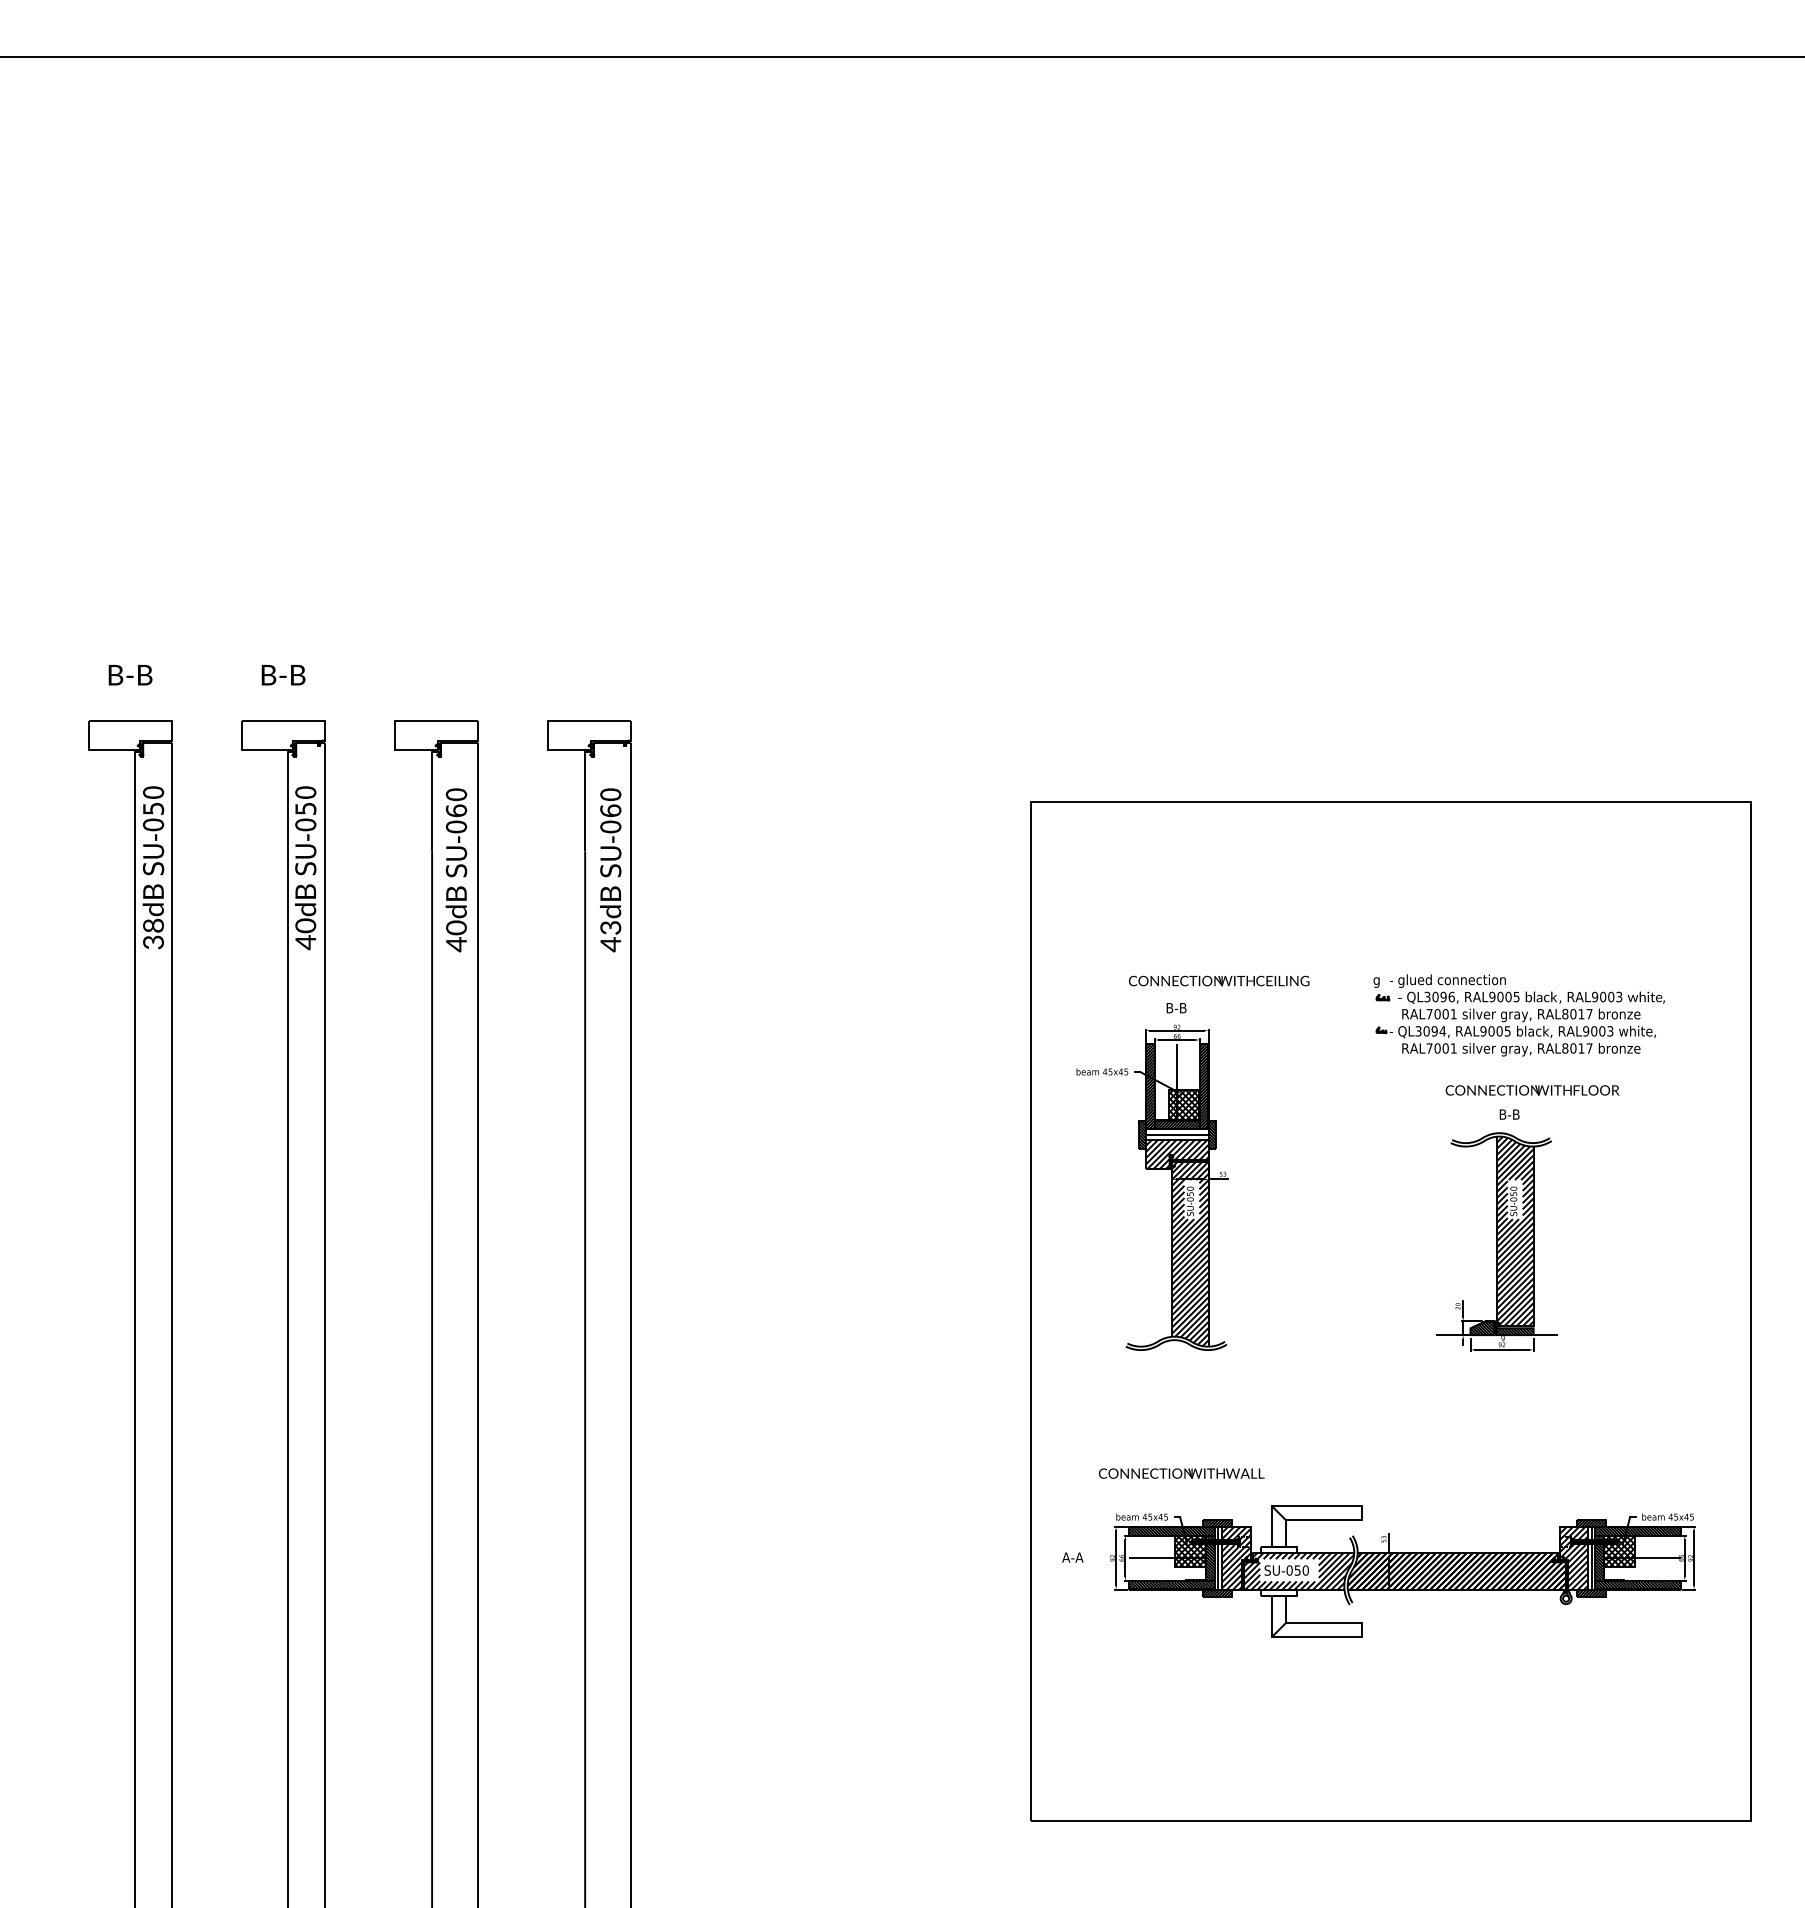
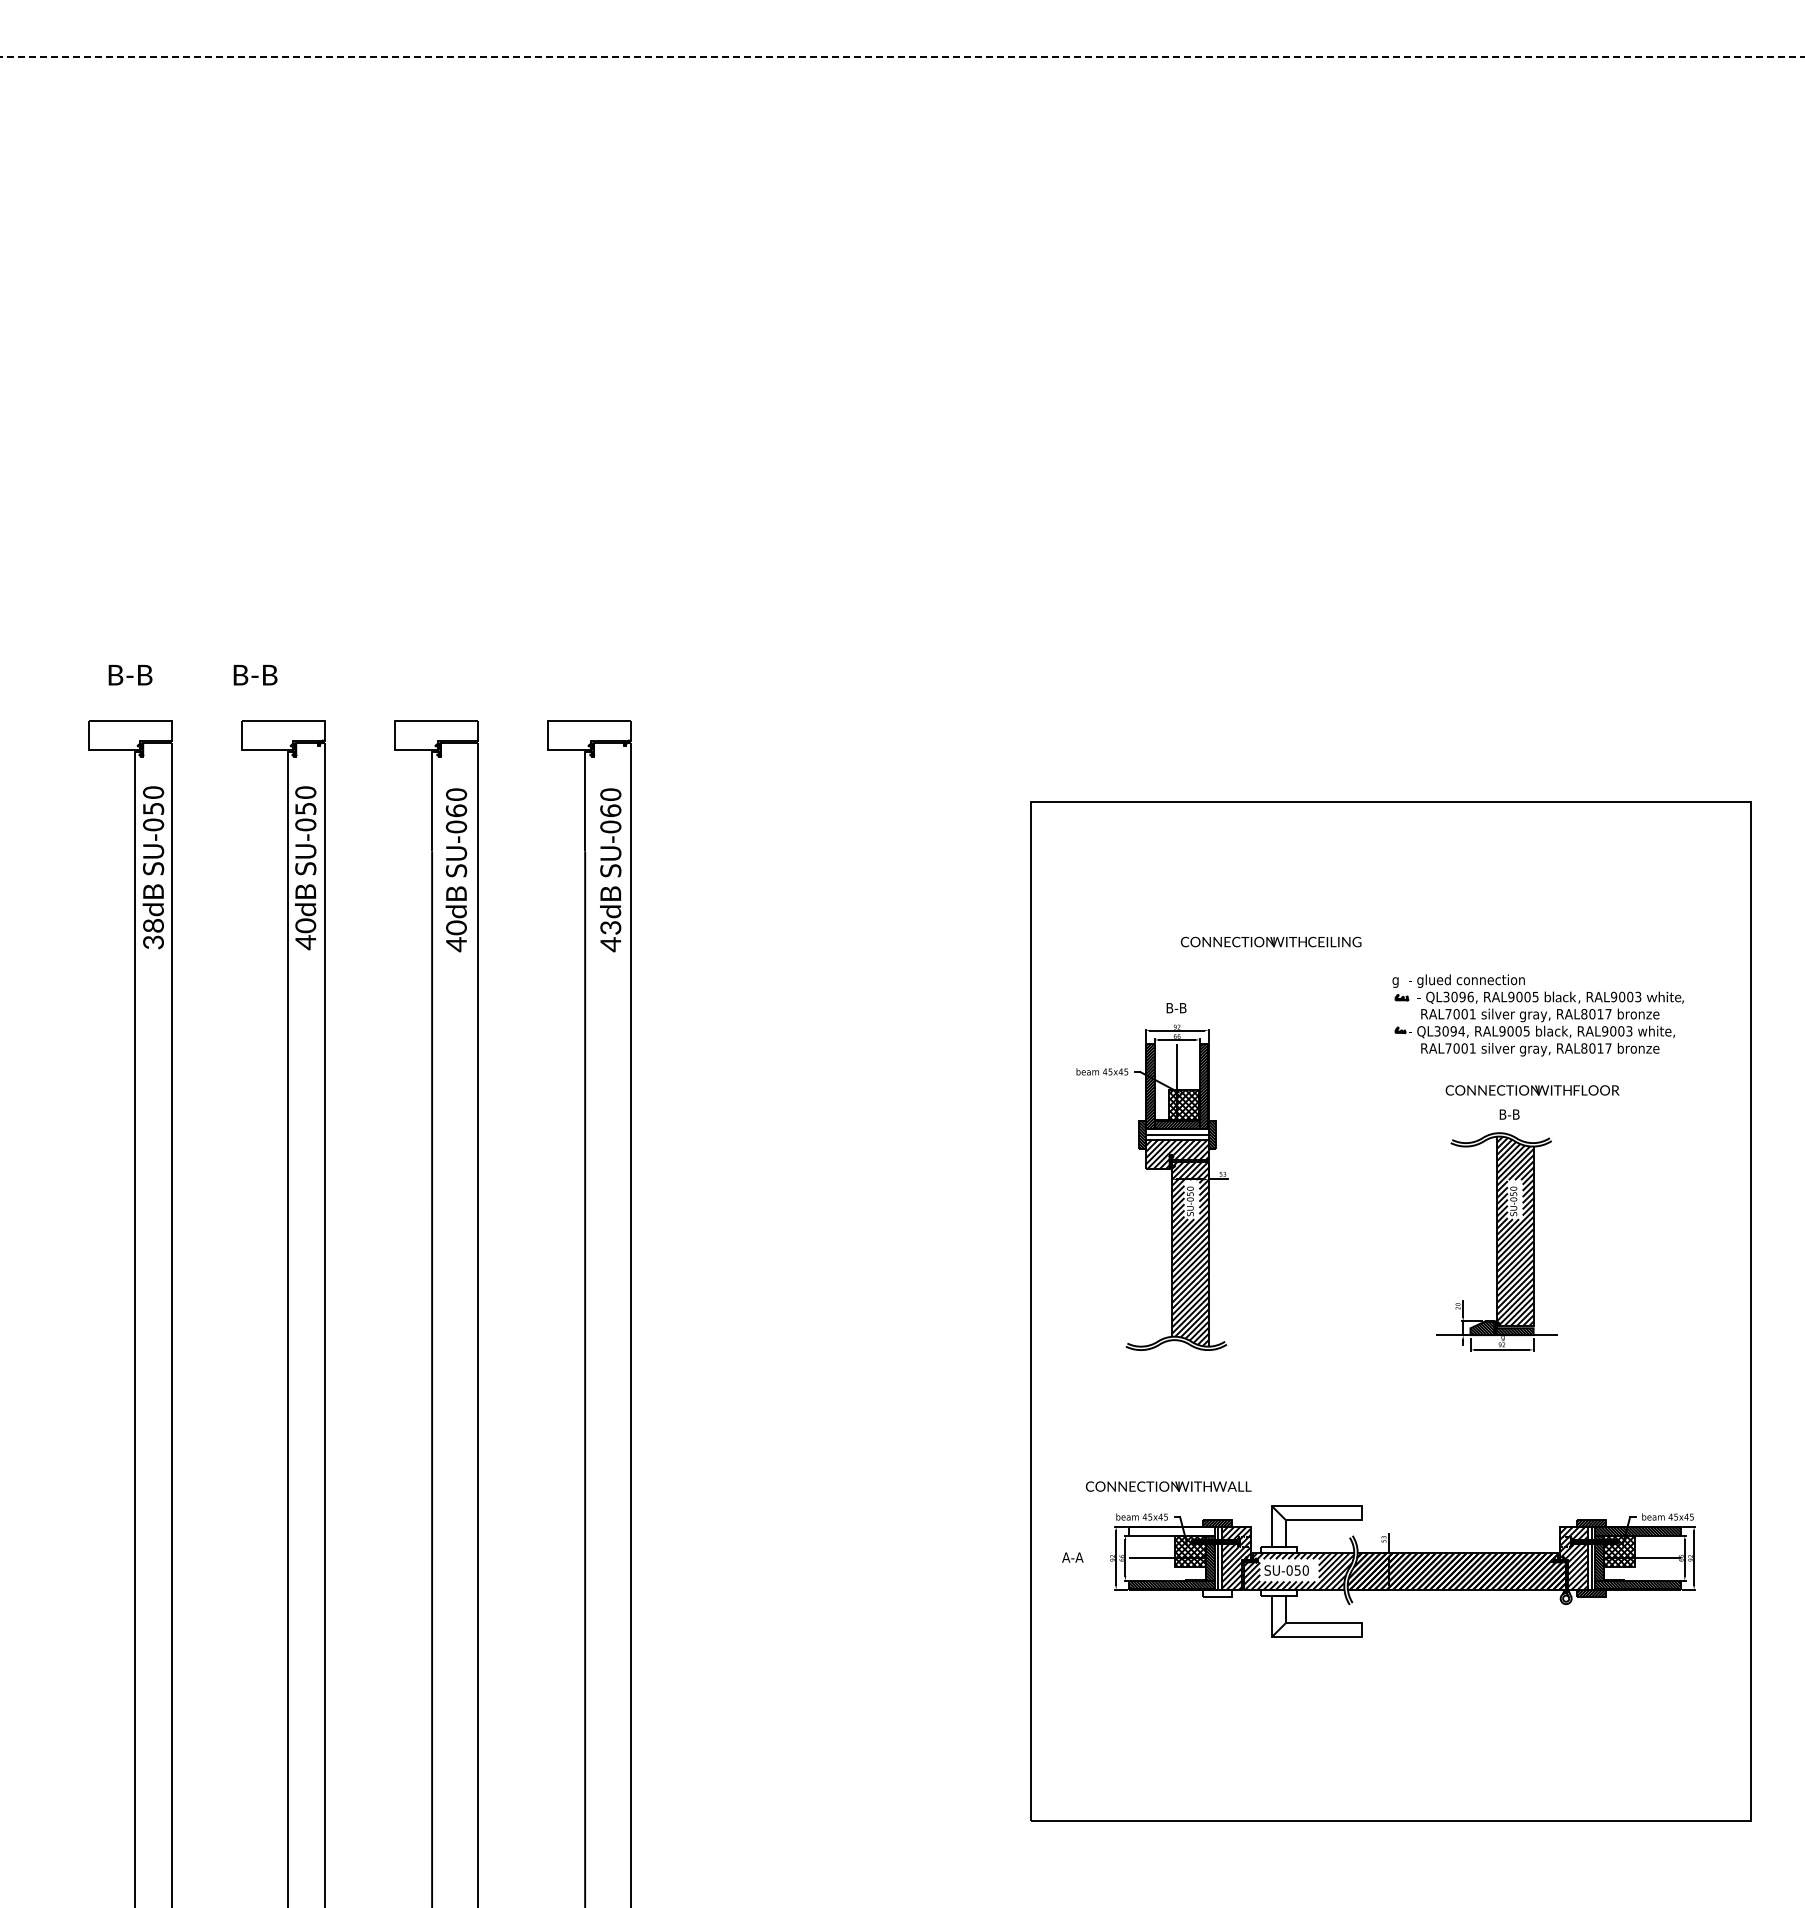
line at (903, 57): solid -> dashed
text at (283, 675) position: (283, 675) -> (255, 675)
text at (1219, 980) position: (1219, 980) -> (1271, 941)
part at (1518, 1015) position: (1518, 1015) -> (1537, 1015)
text at (1181, 1473) position: (1181, 1473) -> (1168, 1486)
hatch at (1171, 1531): present -> none
hatch at (1217, 1592): present -> none
